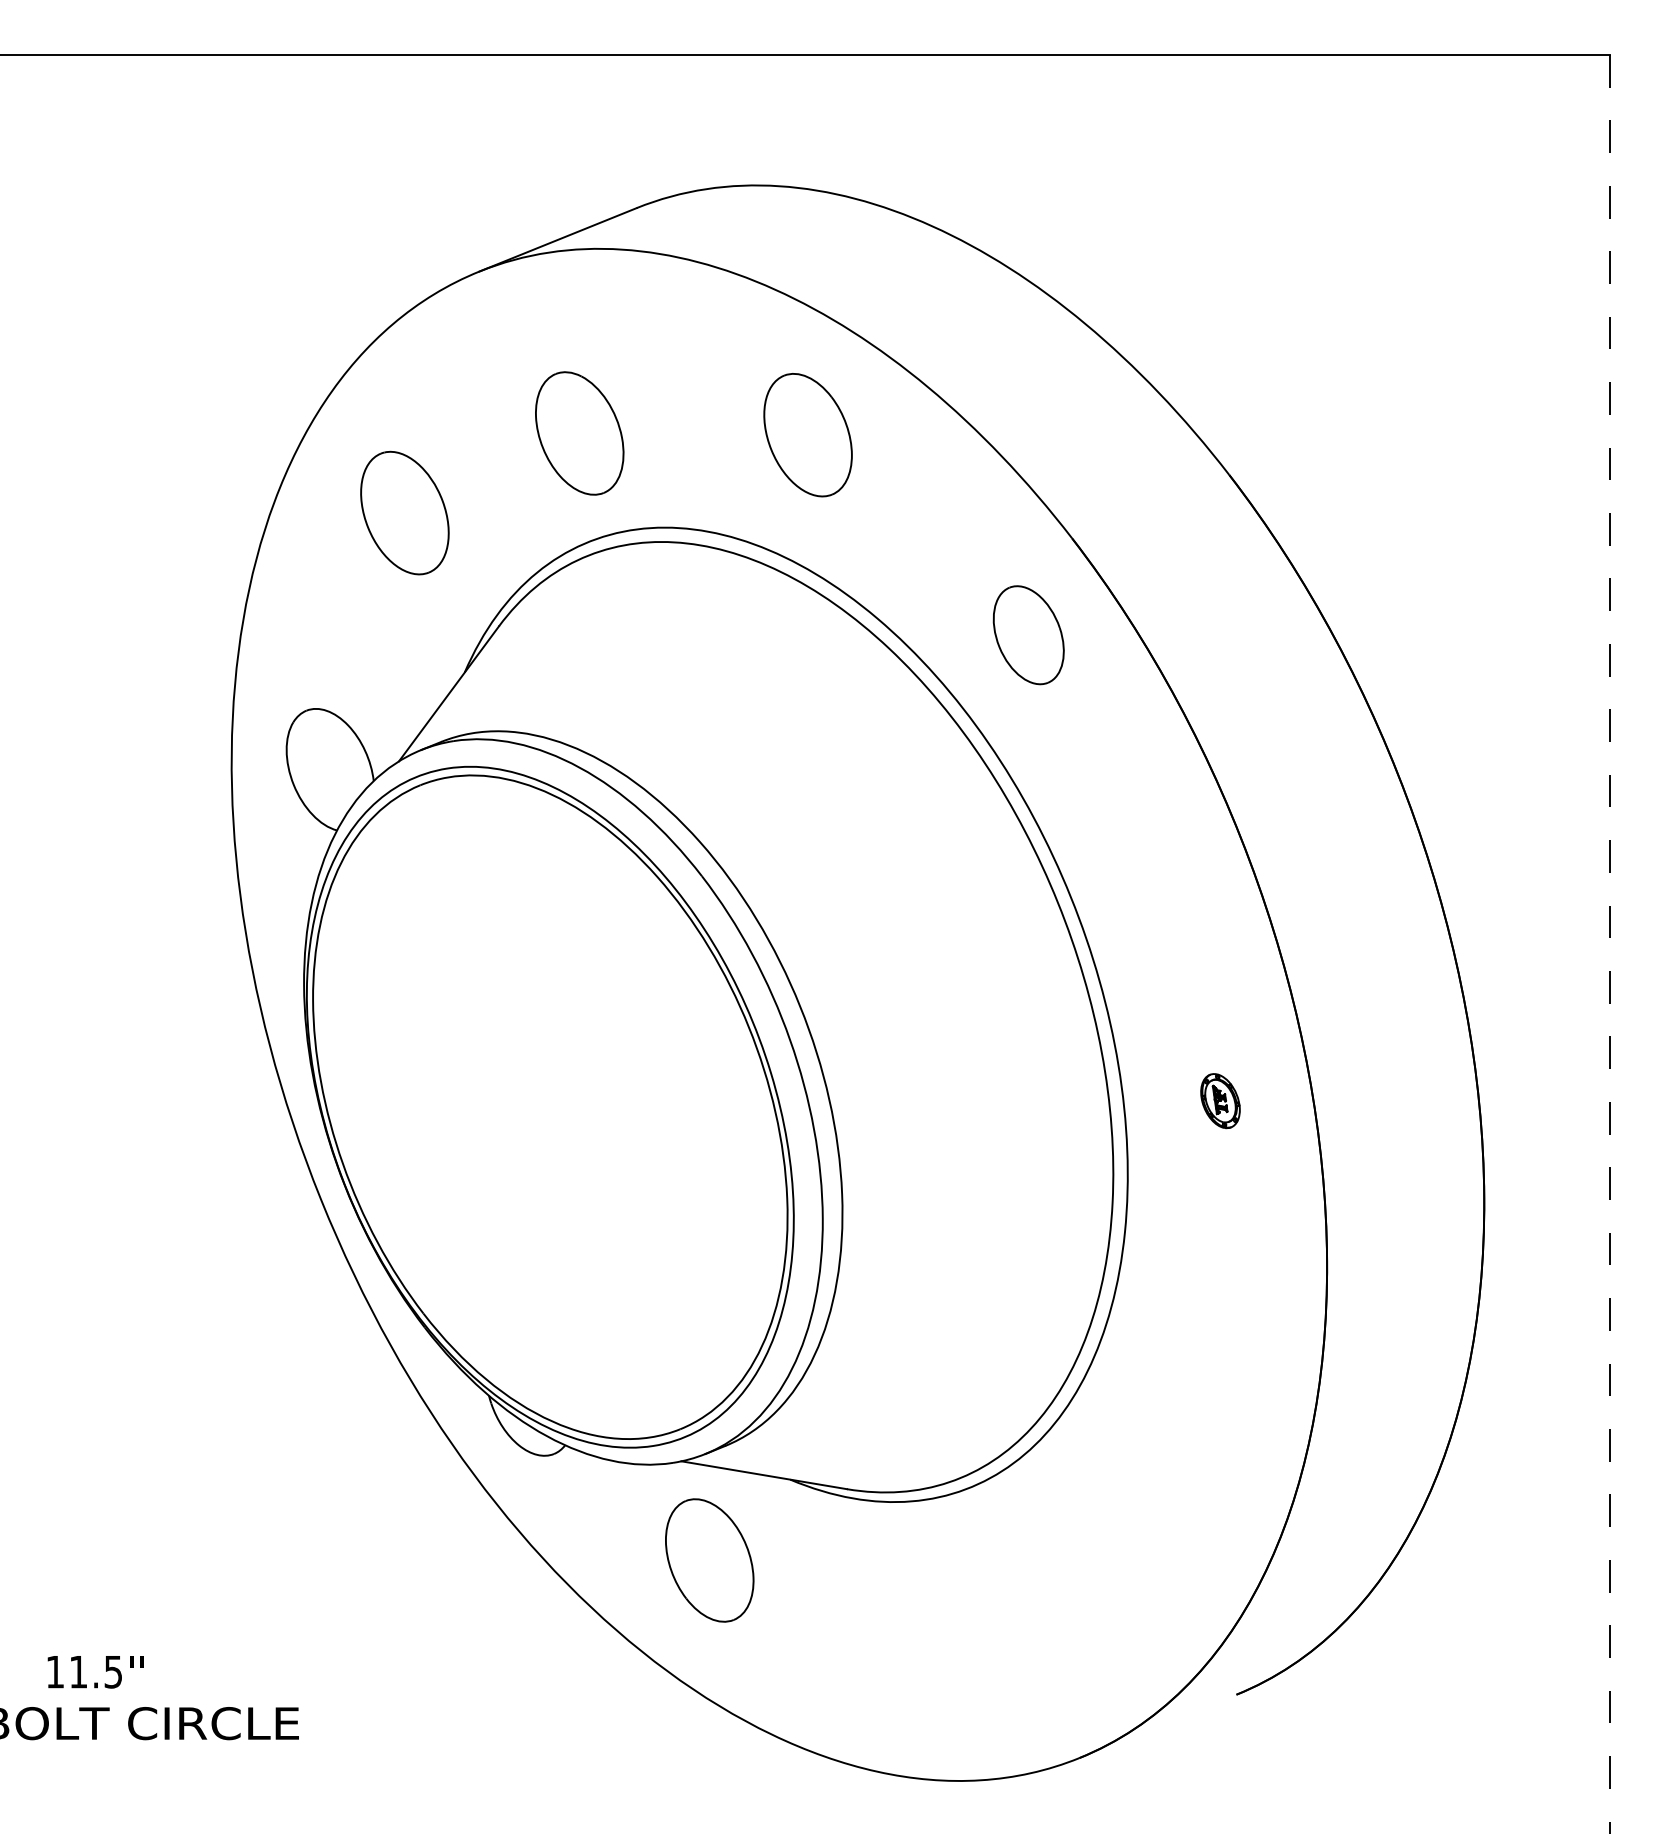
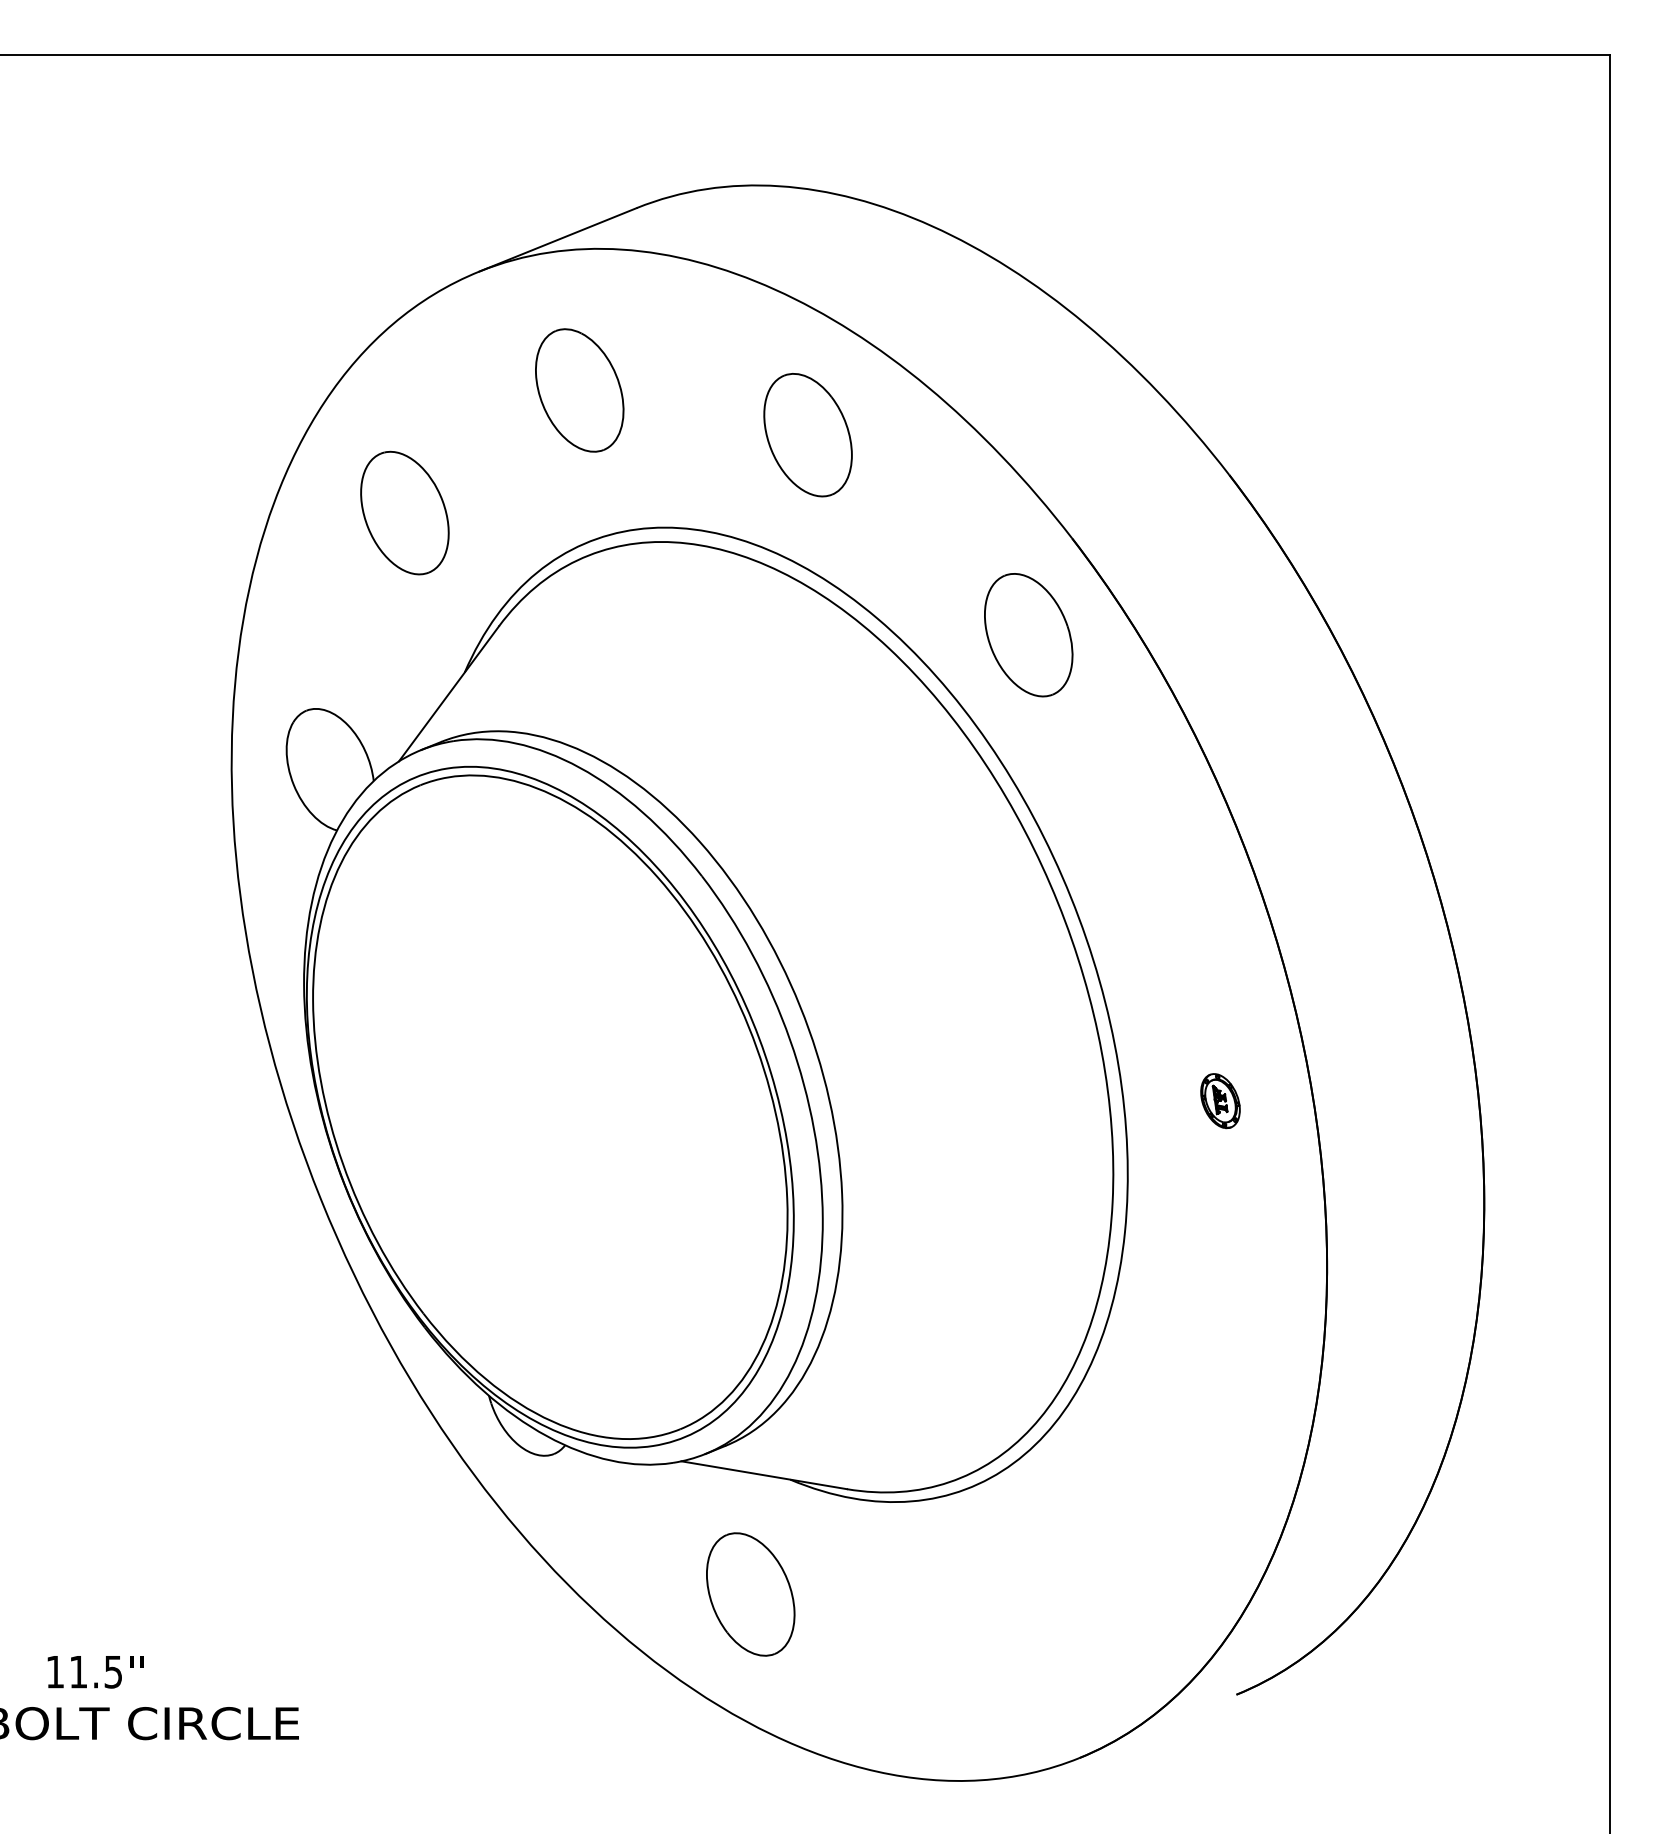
part at (579, 433) position: (579, 433) -> (579, 390)
part at (1028, 635) size: 73x101 px -> 90x125 px
line at (1610, 944): dashed -> solid
part at (709, 1560) position: (709, 1560) -> (750, 1594)
